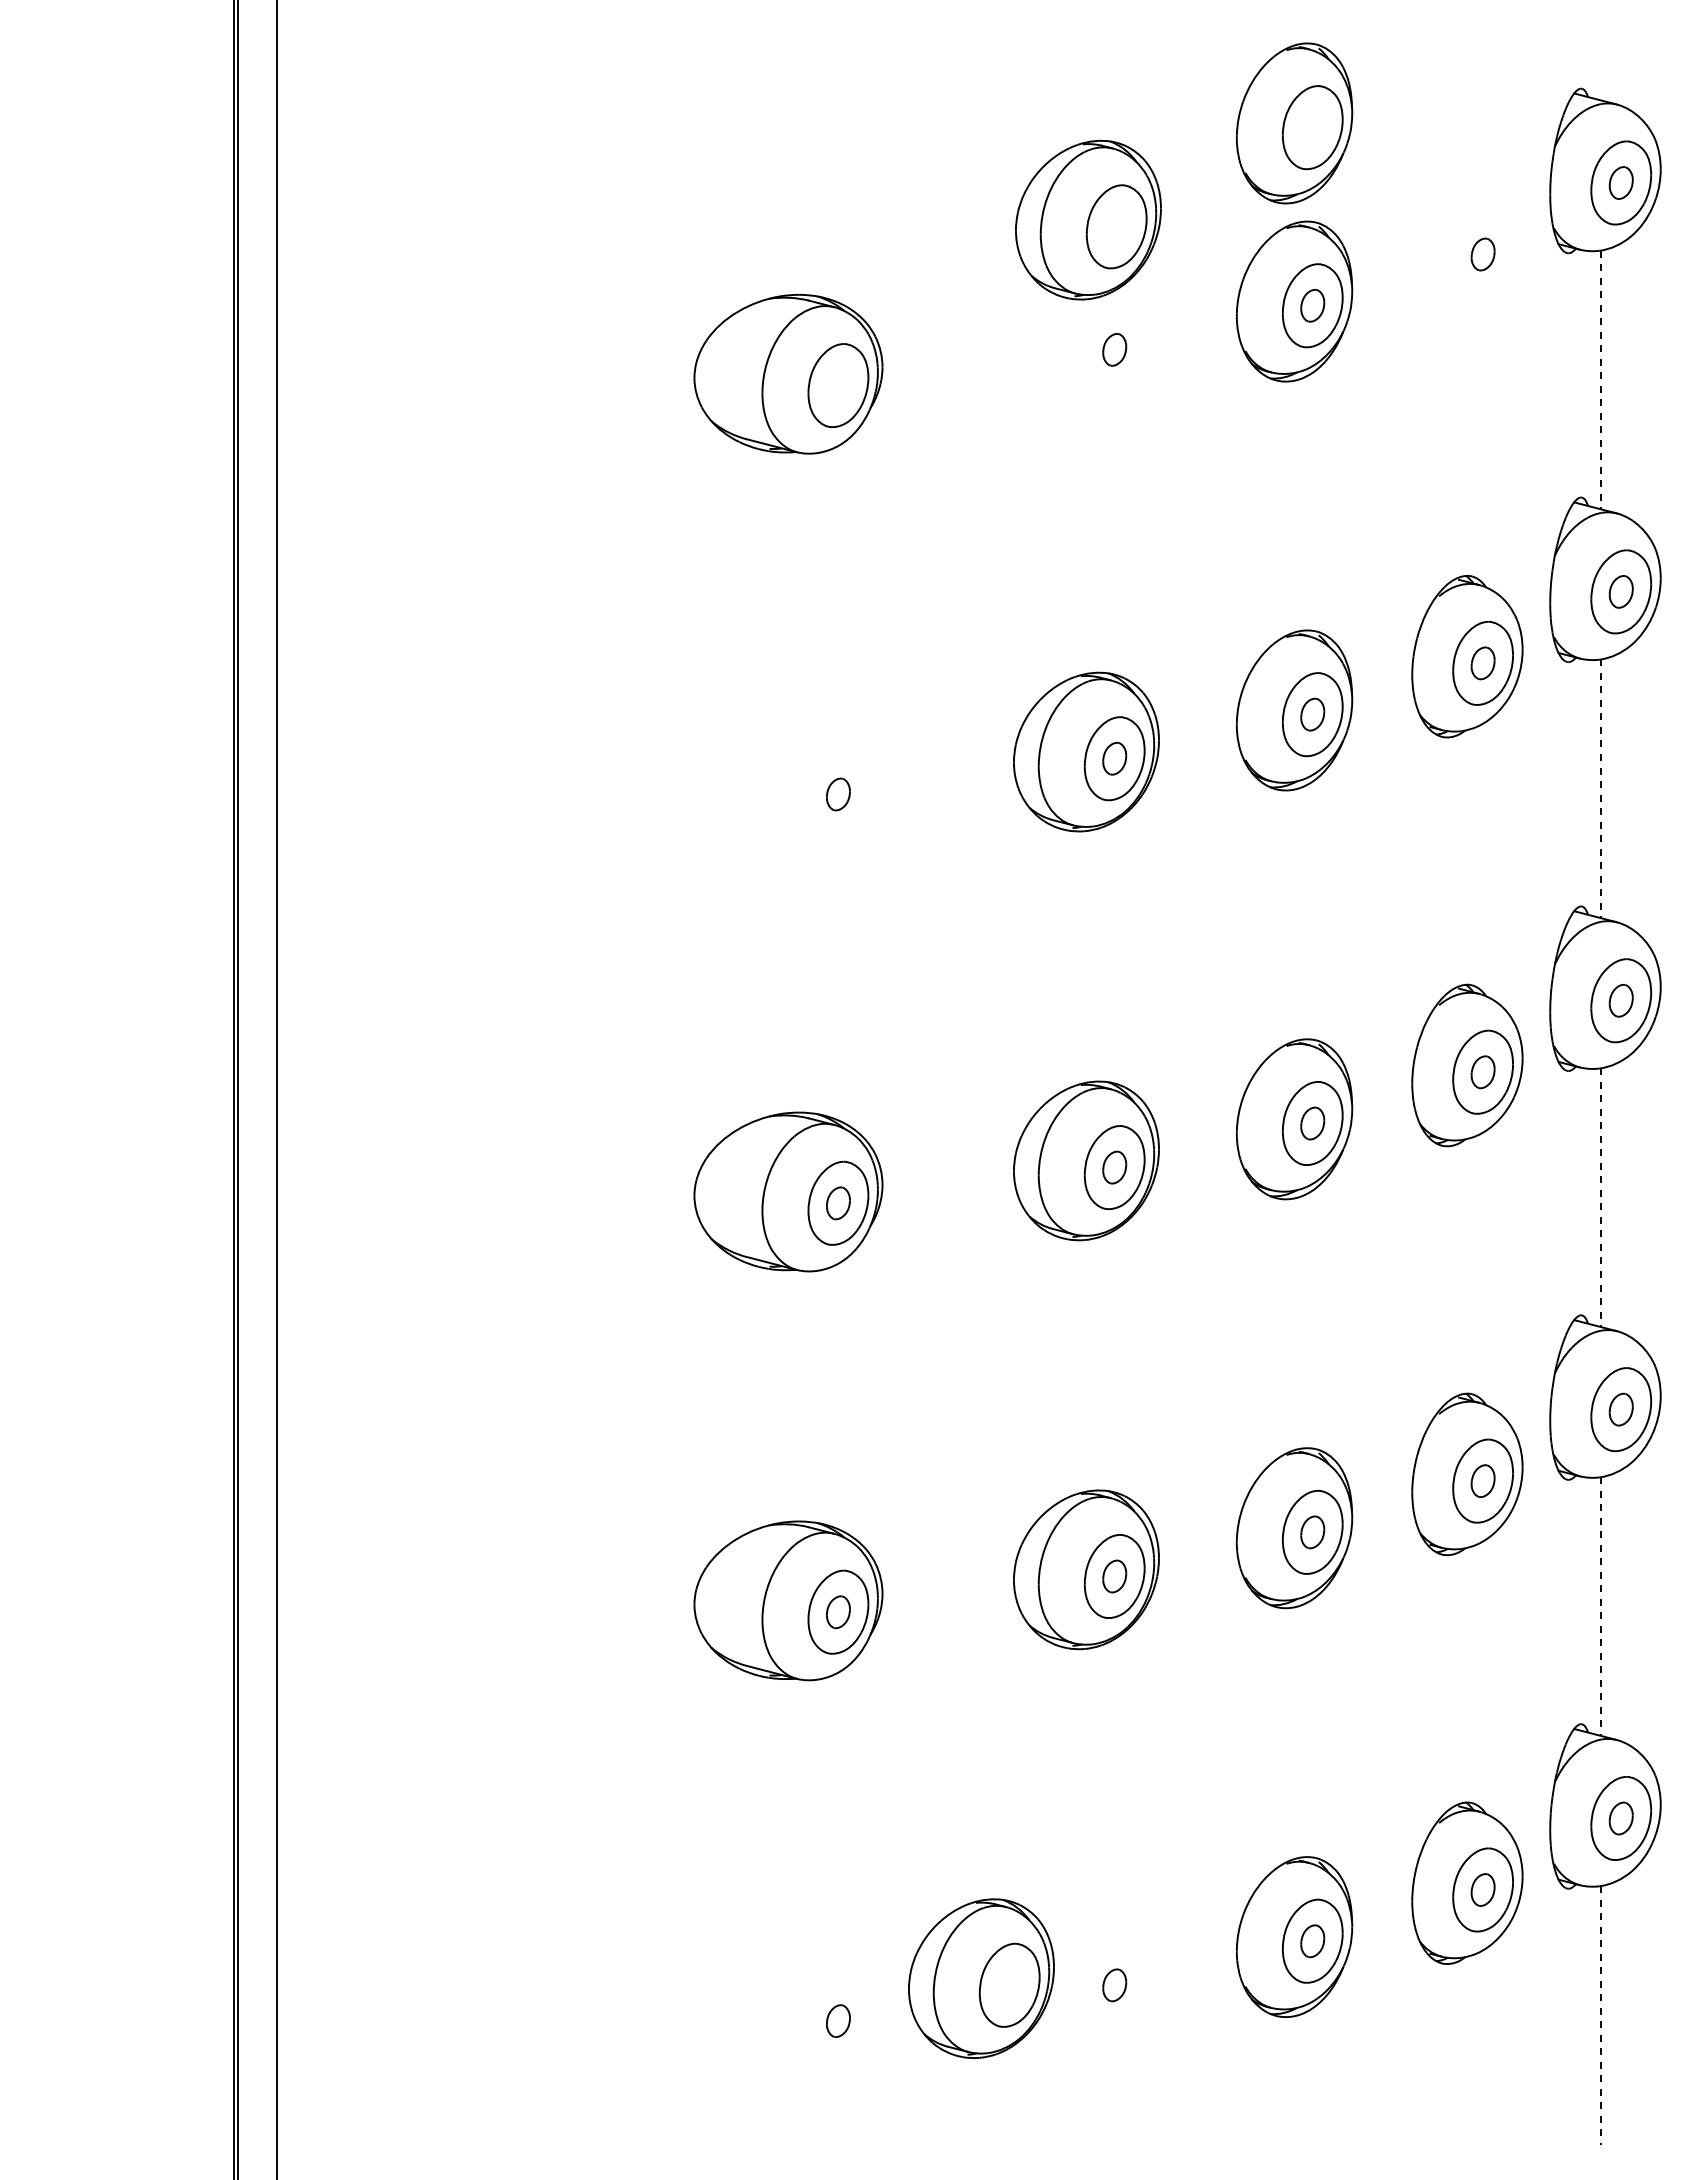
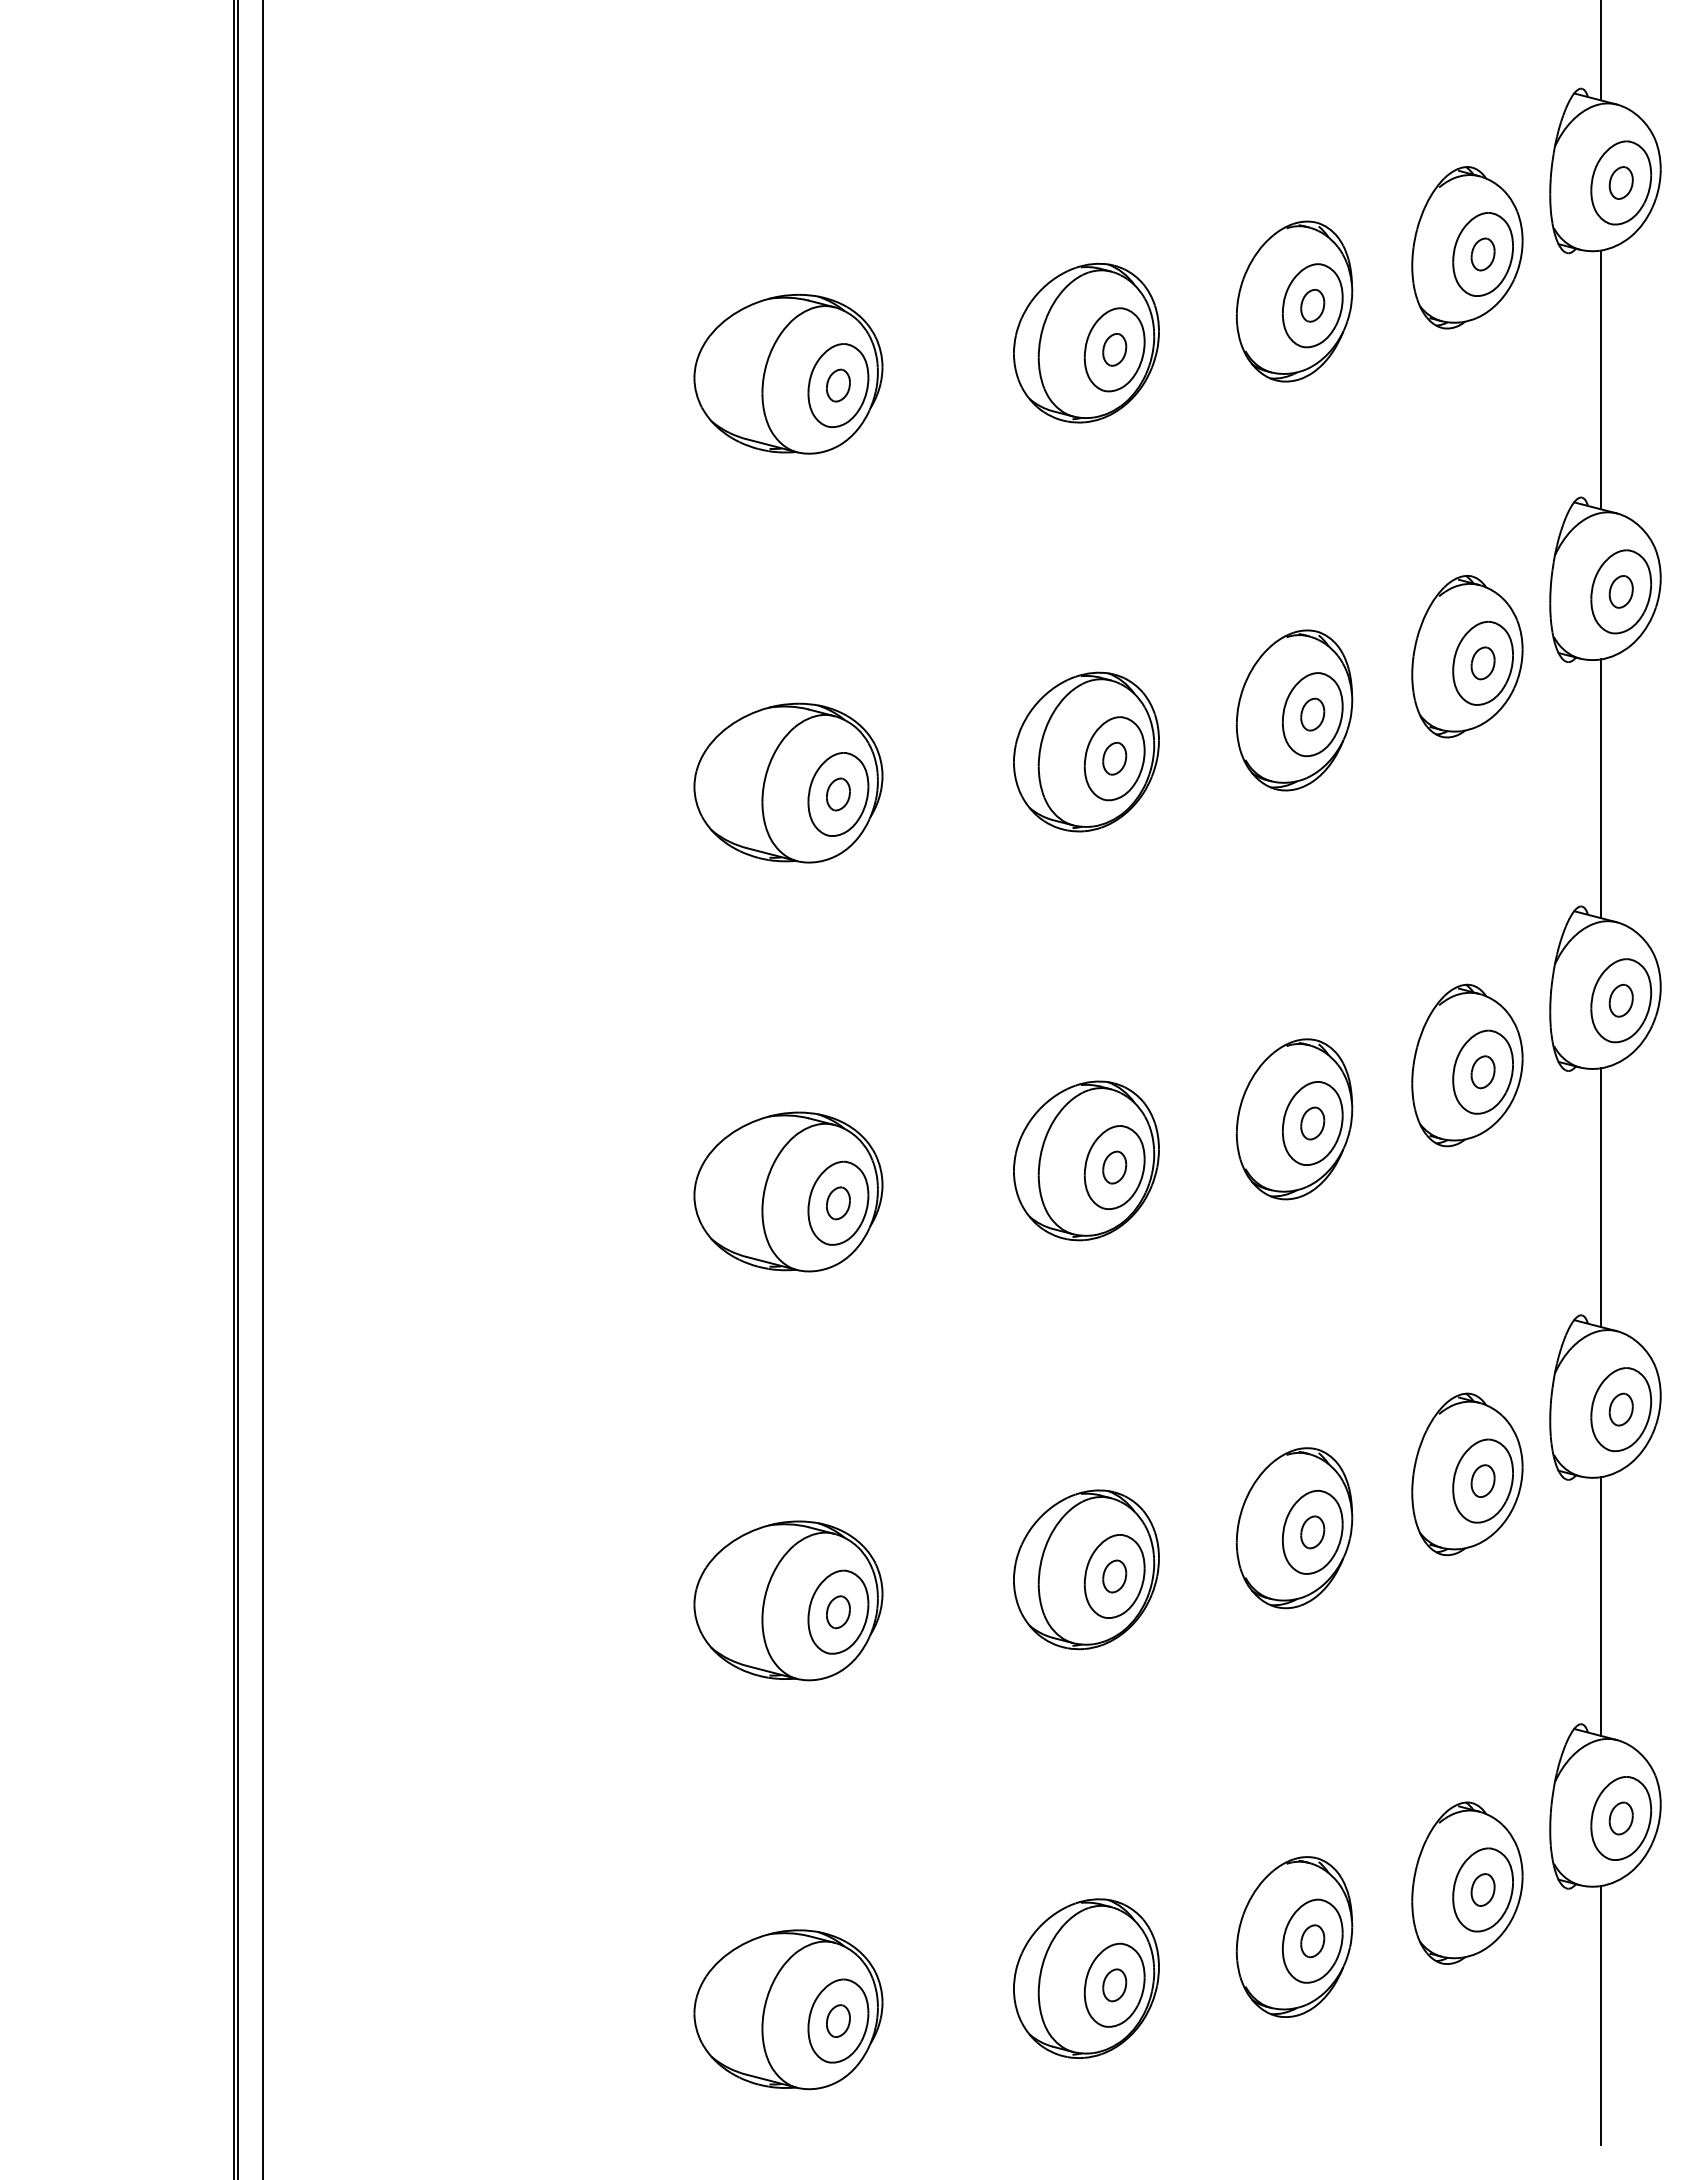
line at (1600, 51): none -> present
part at (1294, 123): present -> none
part at (1088, 219) position: (1088, 219) -> (1086, 342)
part at (1467, 247): none -> present
line at (1600, 380): dashed -> solid
part at (838, 385): none -> present
part at (788, 782): none -> present
line at (1600, 789): dashed -> solid
line at (276, 1089) position: (276, 1089) -> (262, 1089)
line at (1600, 1198): dashed -> solid
line at (1600, 1607): dashed -> solid
part at (981, 1978) position: (981, 1978) -> (1086, 1978)
part at (788, 2009): none -> present
line at (1600, 2015): dashed -> solid
